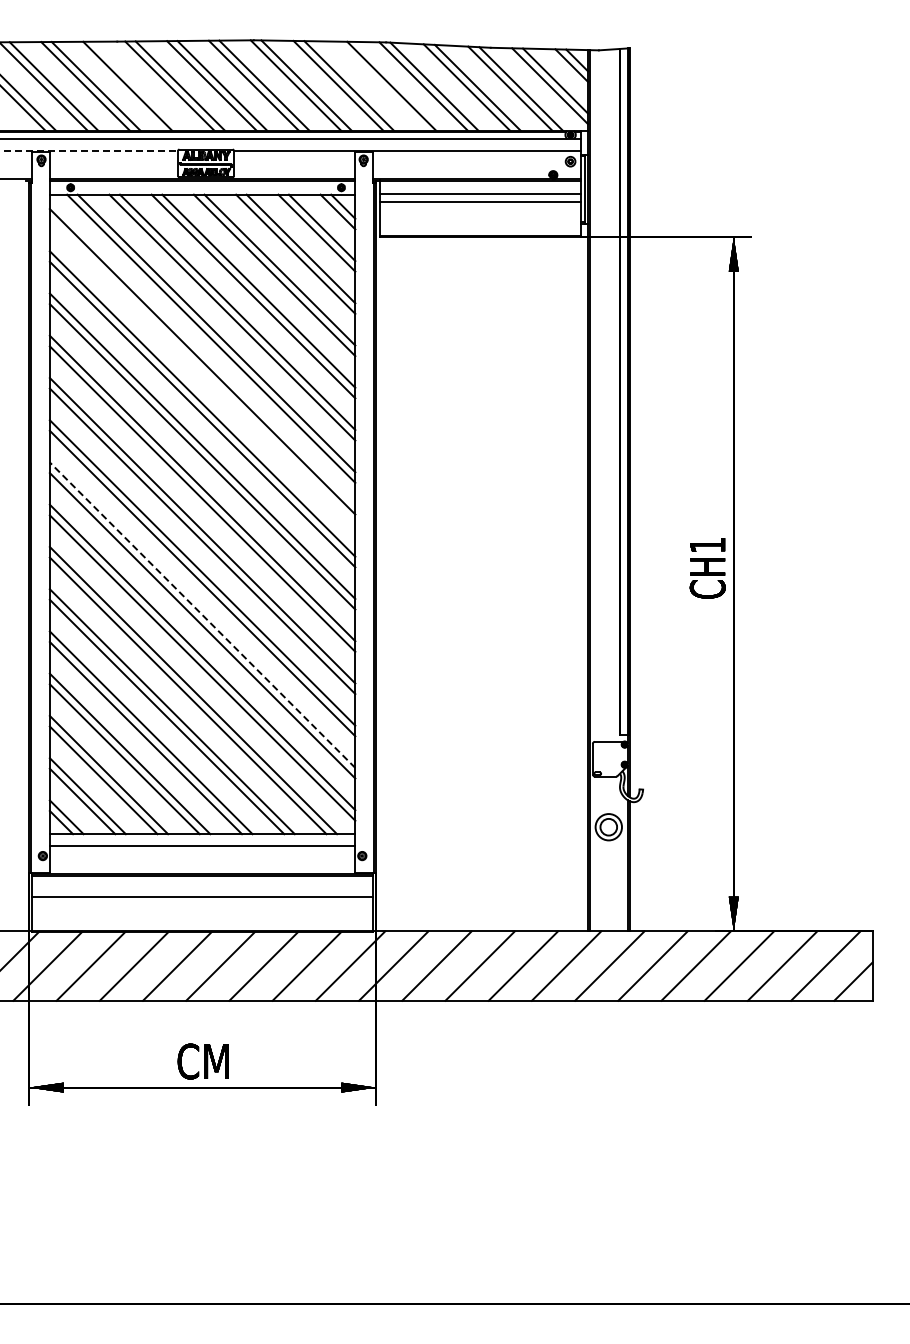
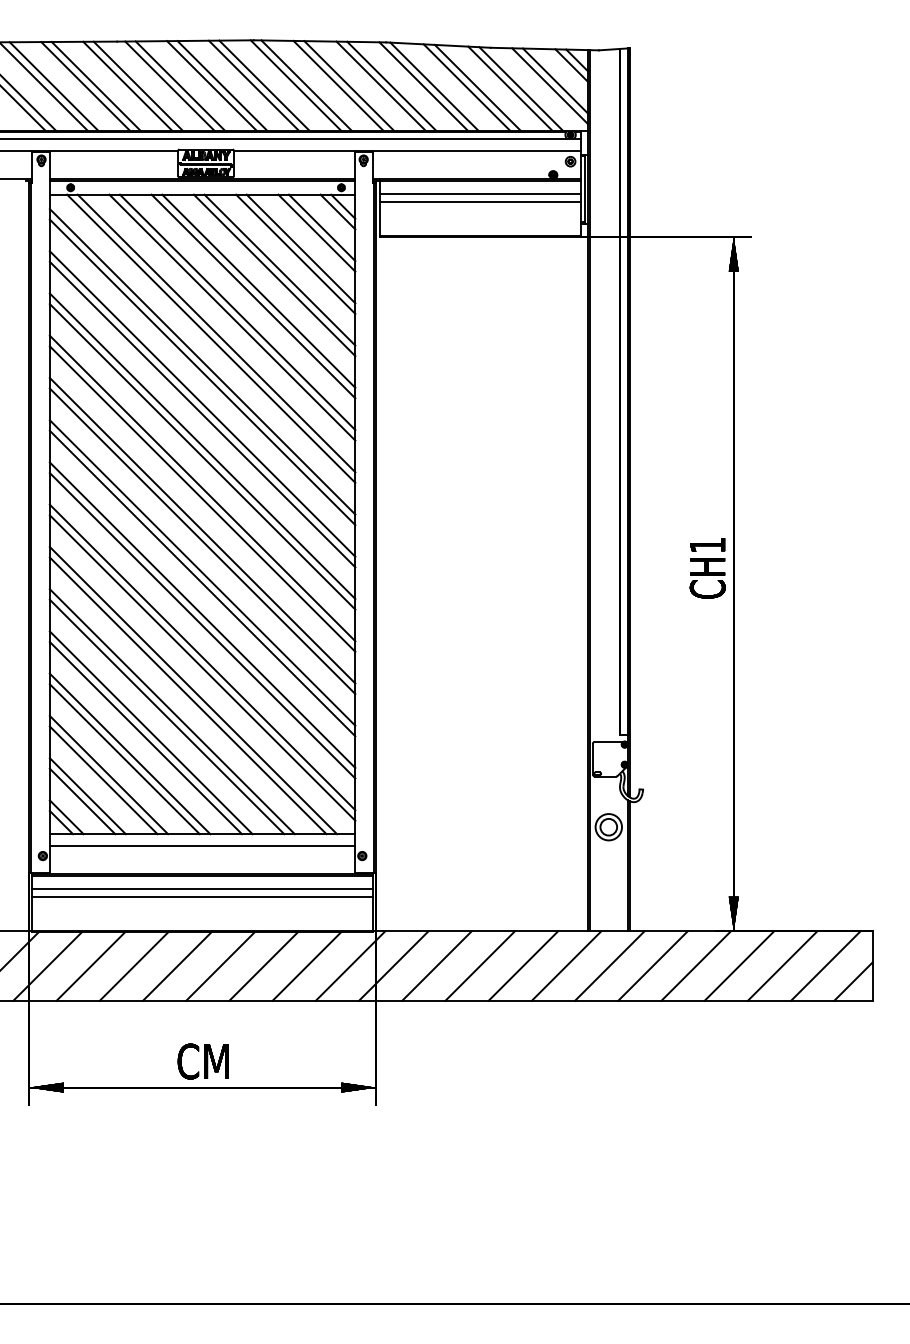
line at (137, 85): none -> present
line at (380, 85): none -> present
line at (89, 150): dashed -> solid
line at (202, 372): none -> present
line at (202, 614): dashed -> solid
line at (202, 888): none -> present
